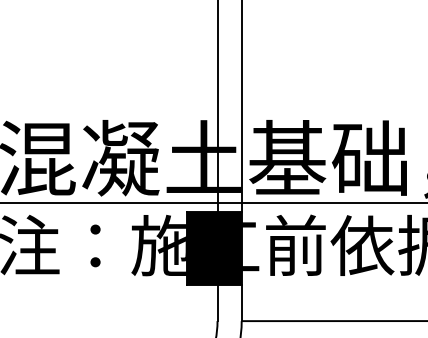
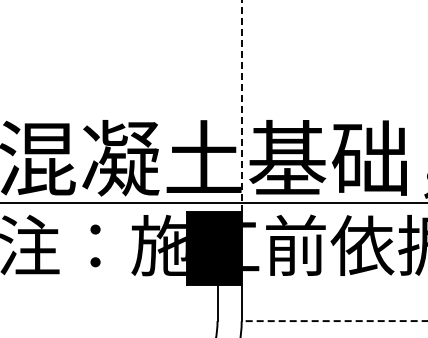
line at (241, 106): solid -> dashed
line at (217, 107): present -> none
line at (334, 321): solid -> dashed
